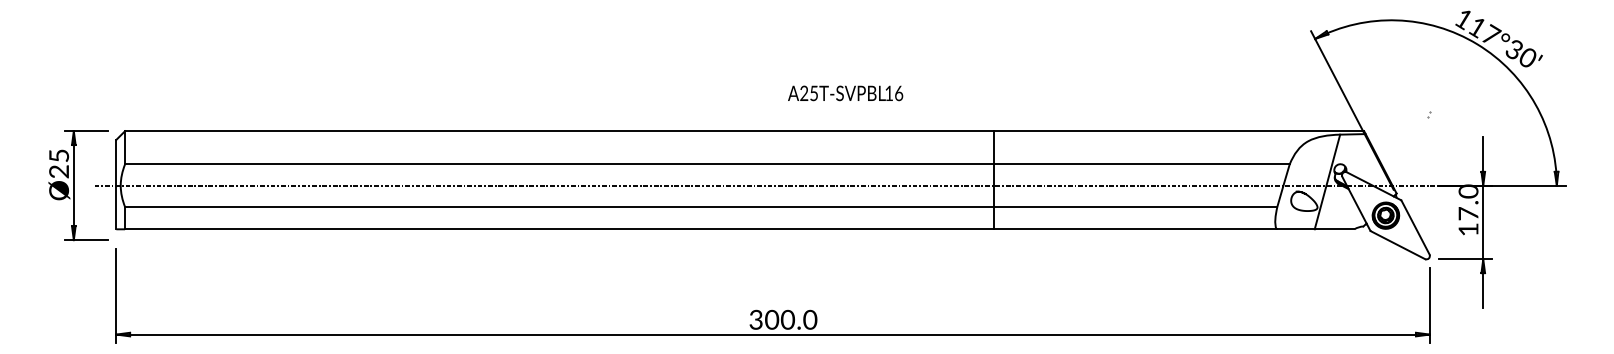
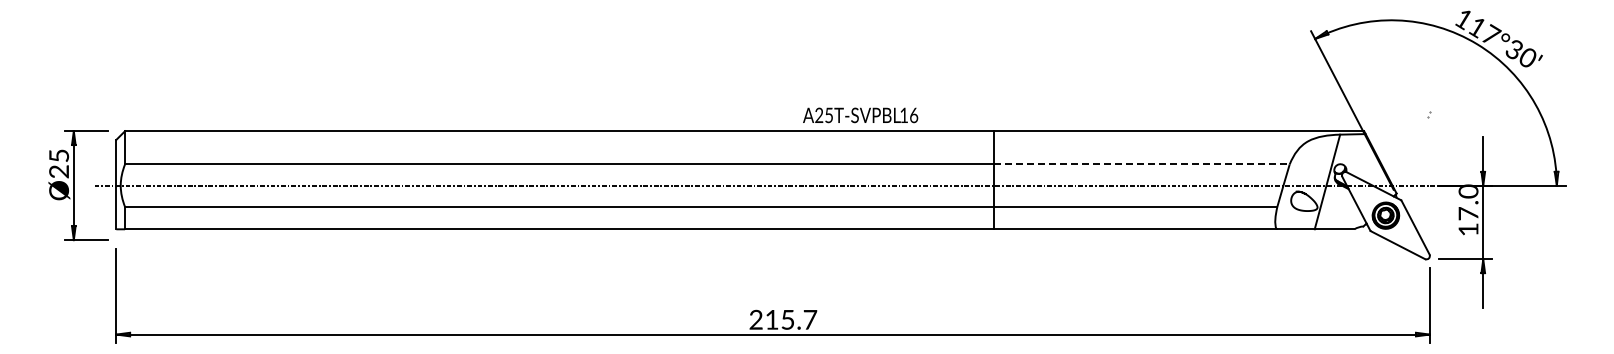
text at (845, 93) position: (845, 93) -> (860, 115)
line at (1141, 164): solid -> dashed
text at (783, 319): 300.0 -> 215.7
